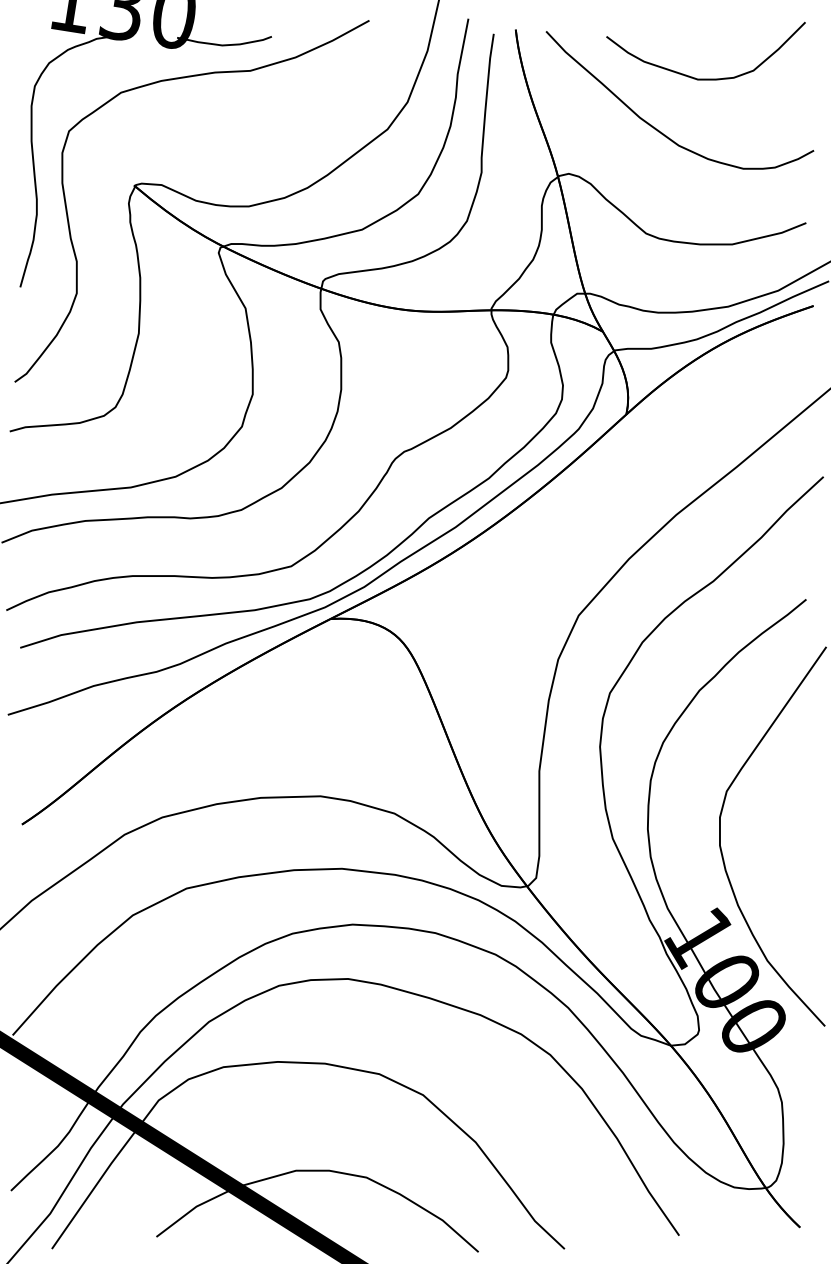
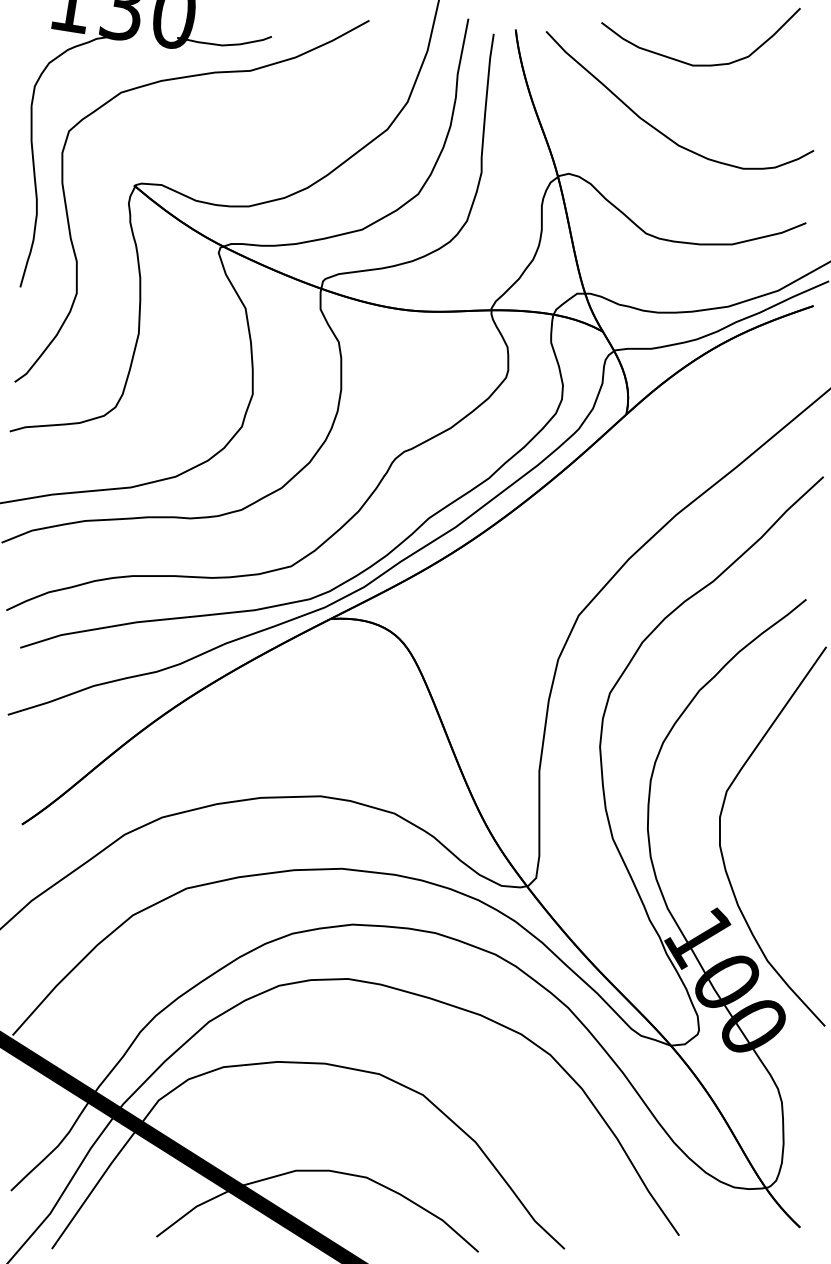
curve at (705, 78) position: (705, 78) -> (700, 64)
